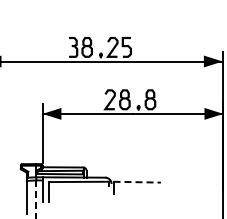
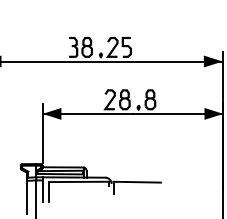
line at (137, 182): dashed -> solid
line at (36, 199): dashed -> solid
